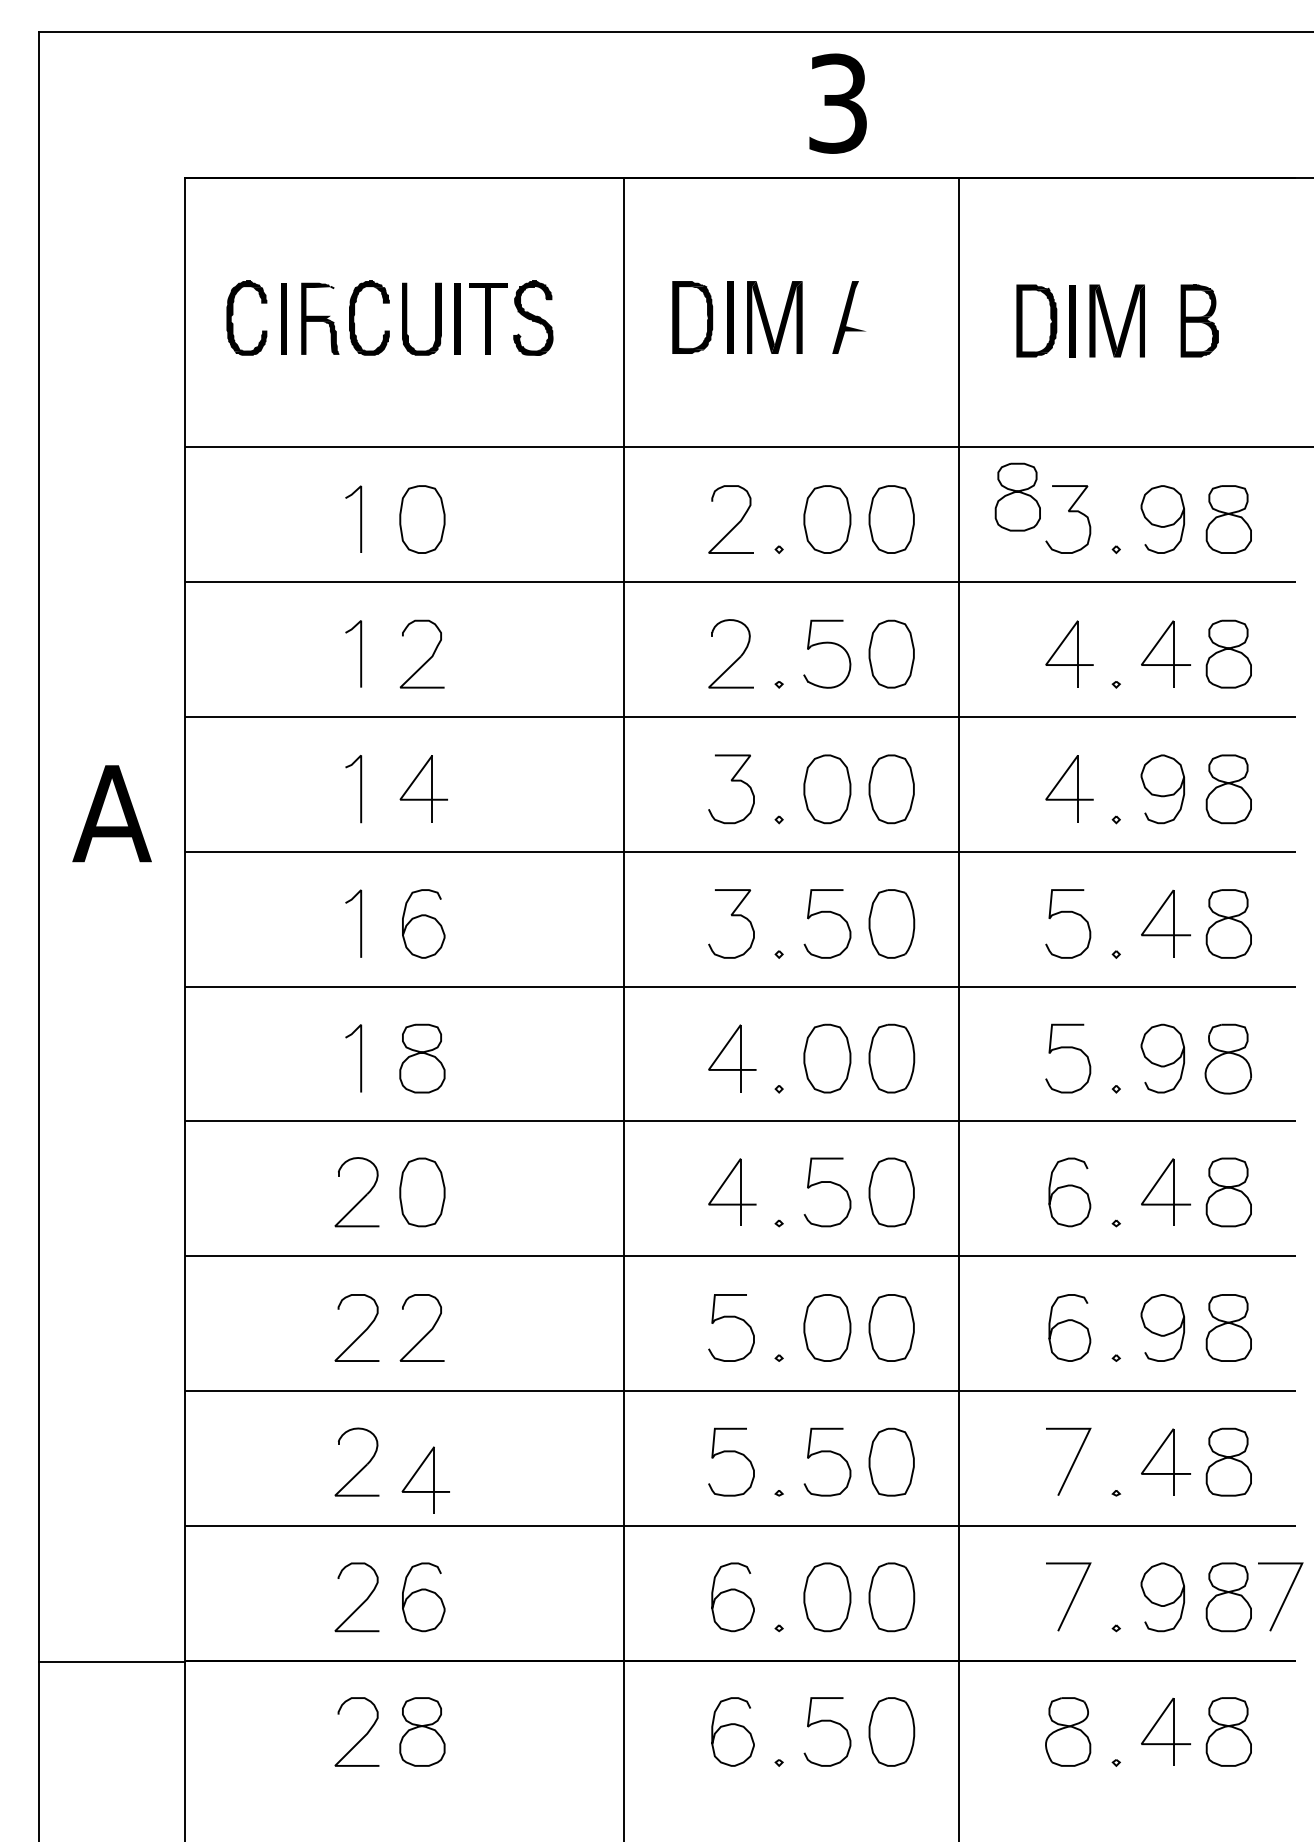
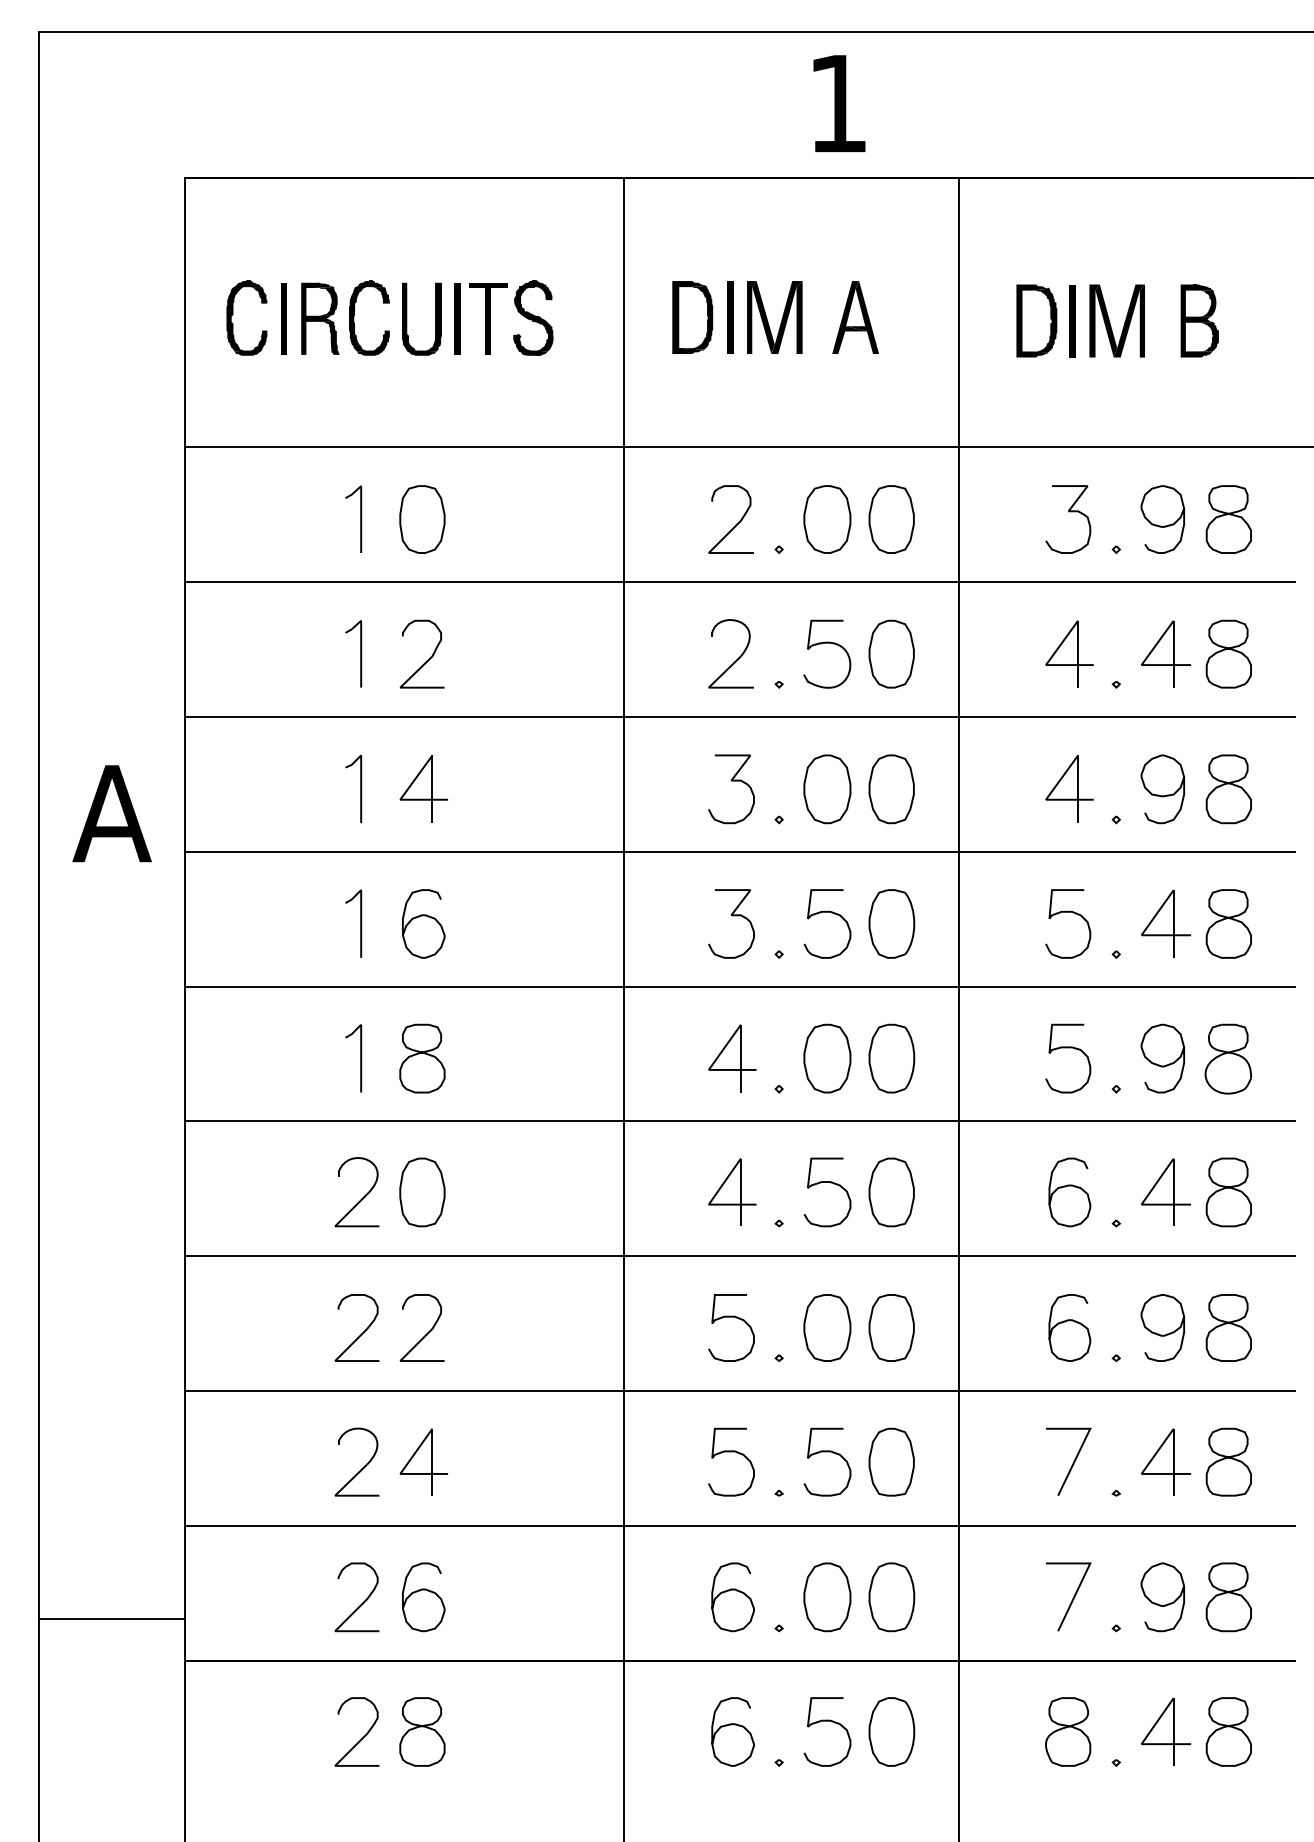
text at (837, 103): 3 -> 1
fill at (321, 301): none -> present
fill at (862, 317): none -> present
part at (1017, 496): present -> none
part at (425, 1479) position: (425, 1479) -> (423, 1461)
line at (1284, 1598): present -> none
line at (111, 1662) position: (111, 1662) -> (111, 1619)
